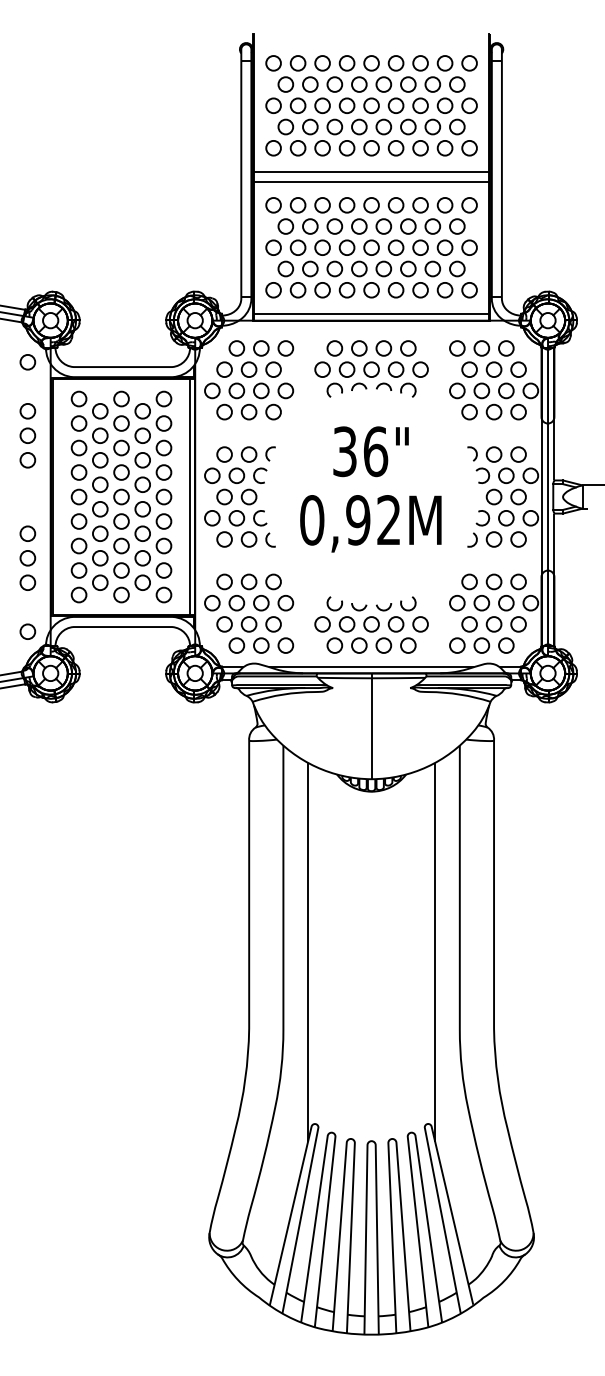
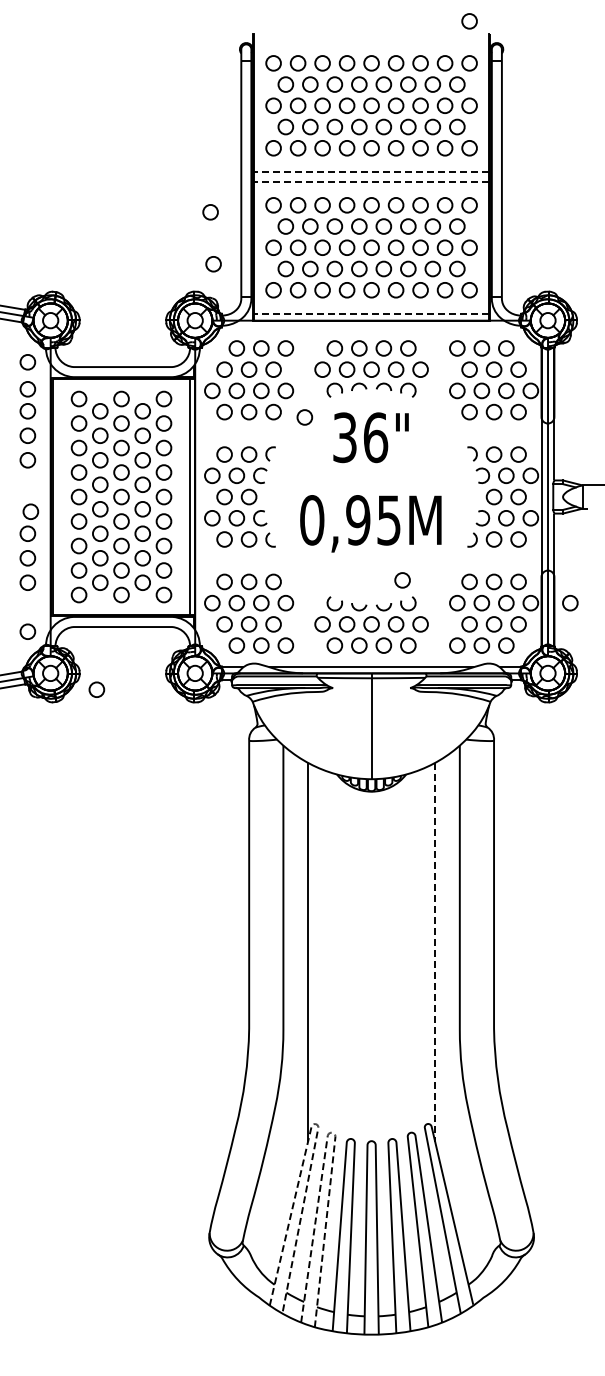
circle at (469, 21): none -> present
line at (371, 172): solid -> dashed
line at (371, 181): solid -> dashed
circle at (210, 212): none -> present
circle at (213, 264): none -> present
line at (371, 313): solid -> dashed
circle at (27, 389): none -> present
circle at (304, 417): none -> present
text at (370, 451) position: (370, 451) -> (370, 437)
circle at (30, 511): none -> present
text at (388, 520): 0,92M -> 0,95M
circle at (402, 580): none -> present
circle at (570, 603): none -> present
circle at (96, 689): none -> present
line at (435, 952): solid -> dashed
line at (316, 1124): solid -> dashed
line at (332, 1132): solid -> dashed
